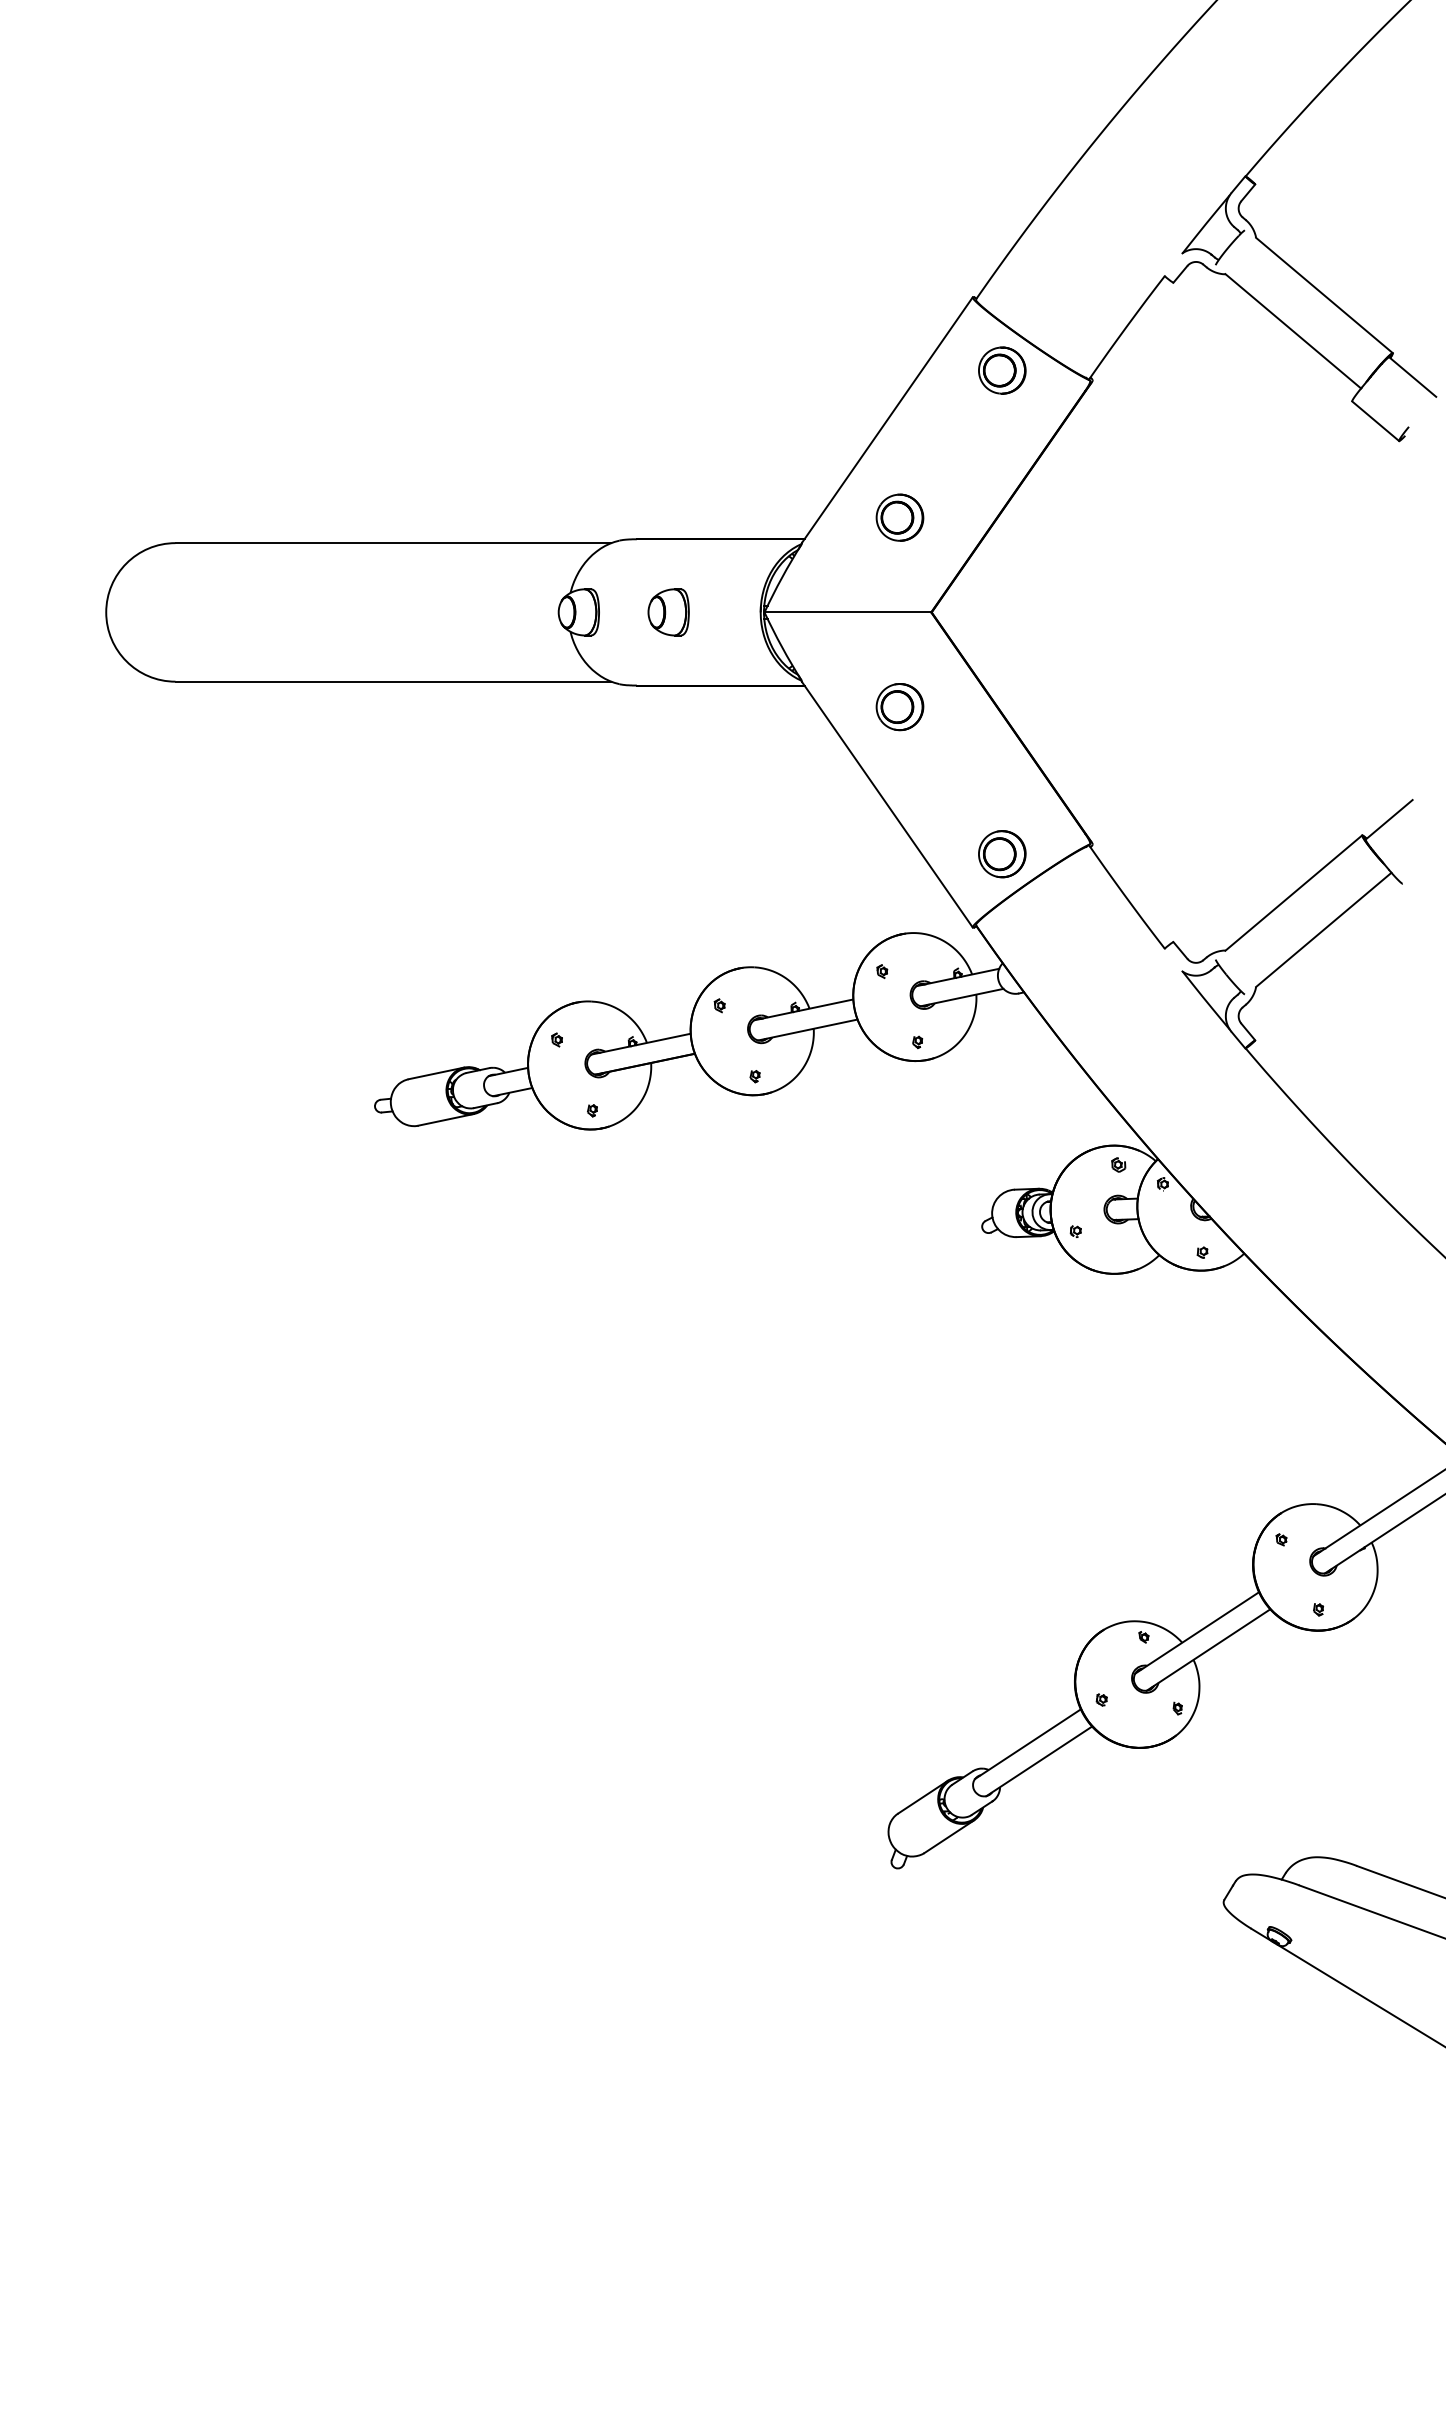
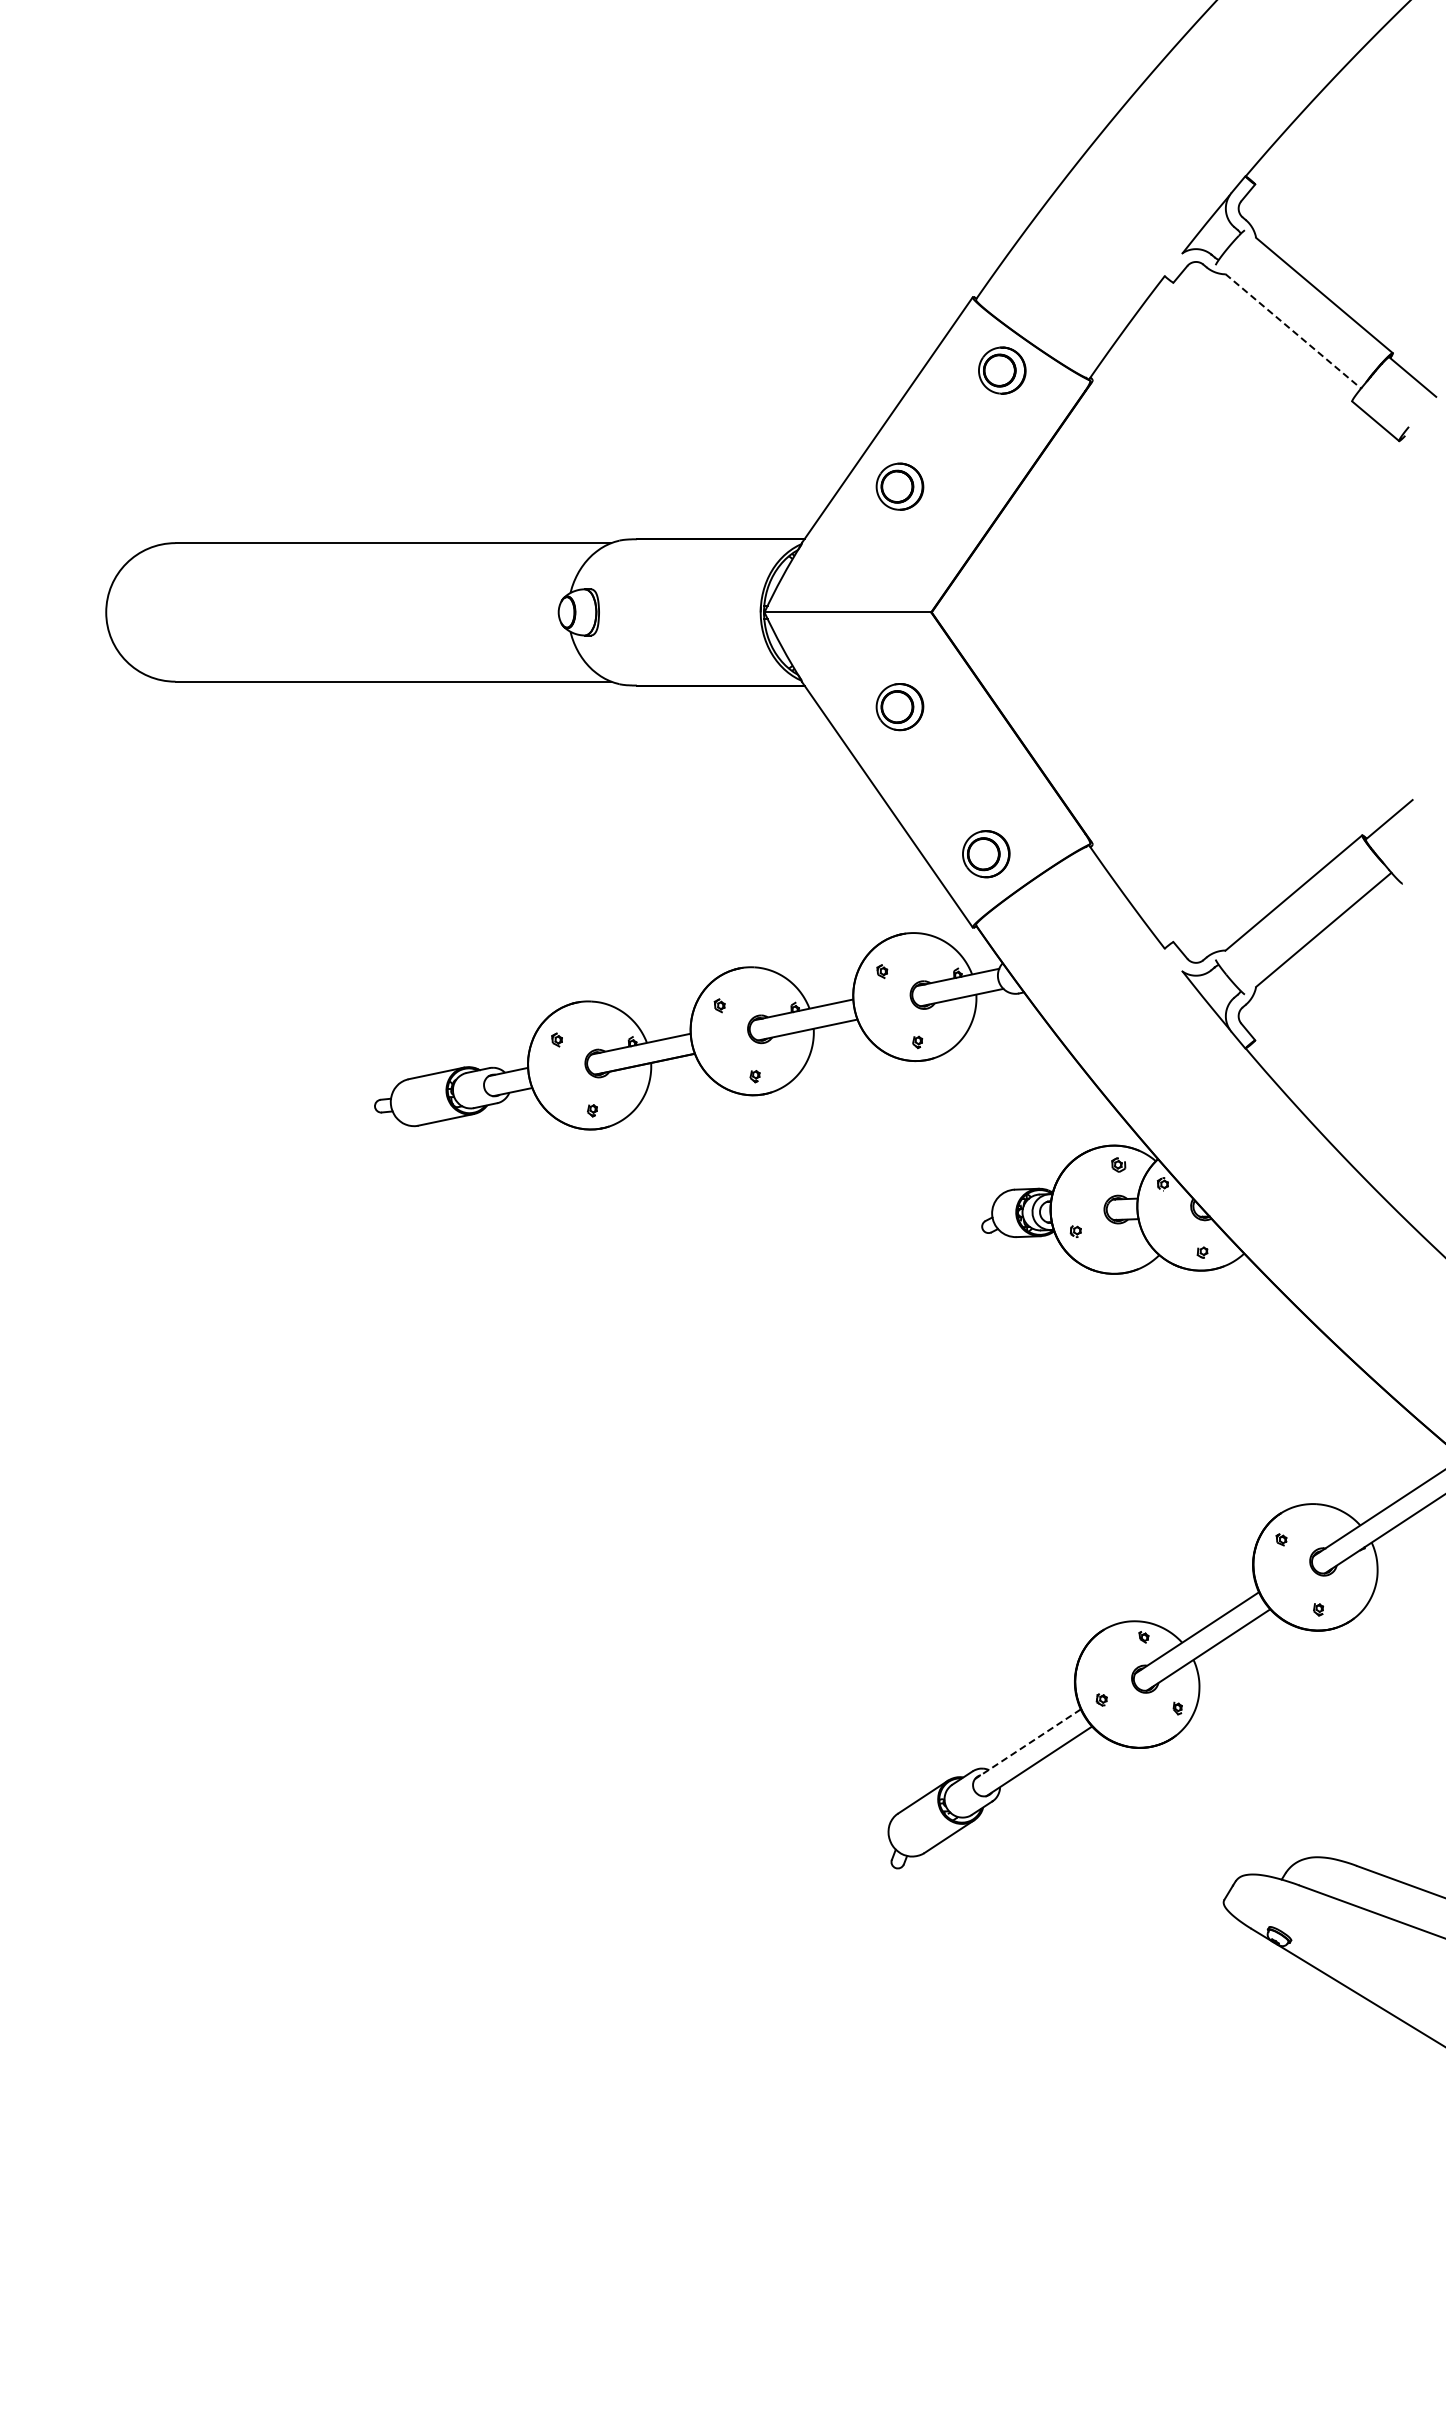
line at (1293, 331): solid -> dashed
part at (899, 517) position: (899, 517) -> (899, 486)
part at (668, 612): present -> none
part at (1002, 854) position: (1002, 854) -> (986, 854)
line at (1027, 1744): solid -> dashed
